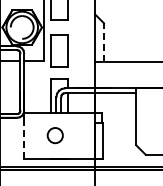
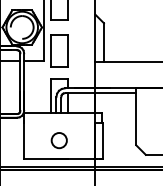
line at (103, 41): dashed -> solid
circle at (54, 135) position: (54, 135) -> (58, 140)
line at (24, 140): dashed -> solid
